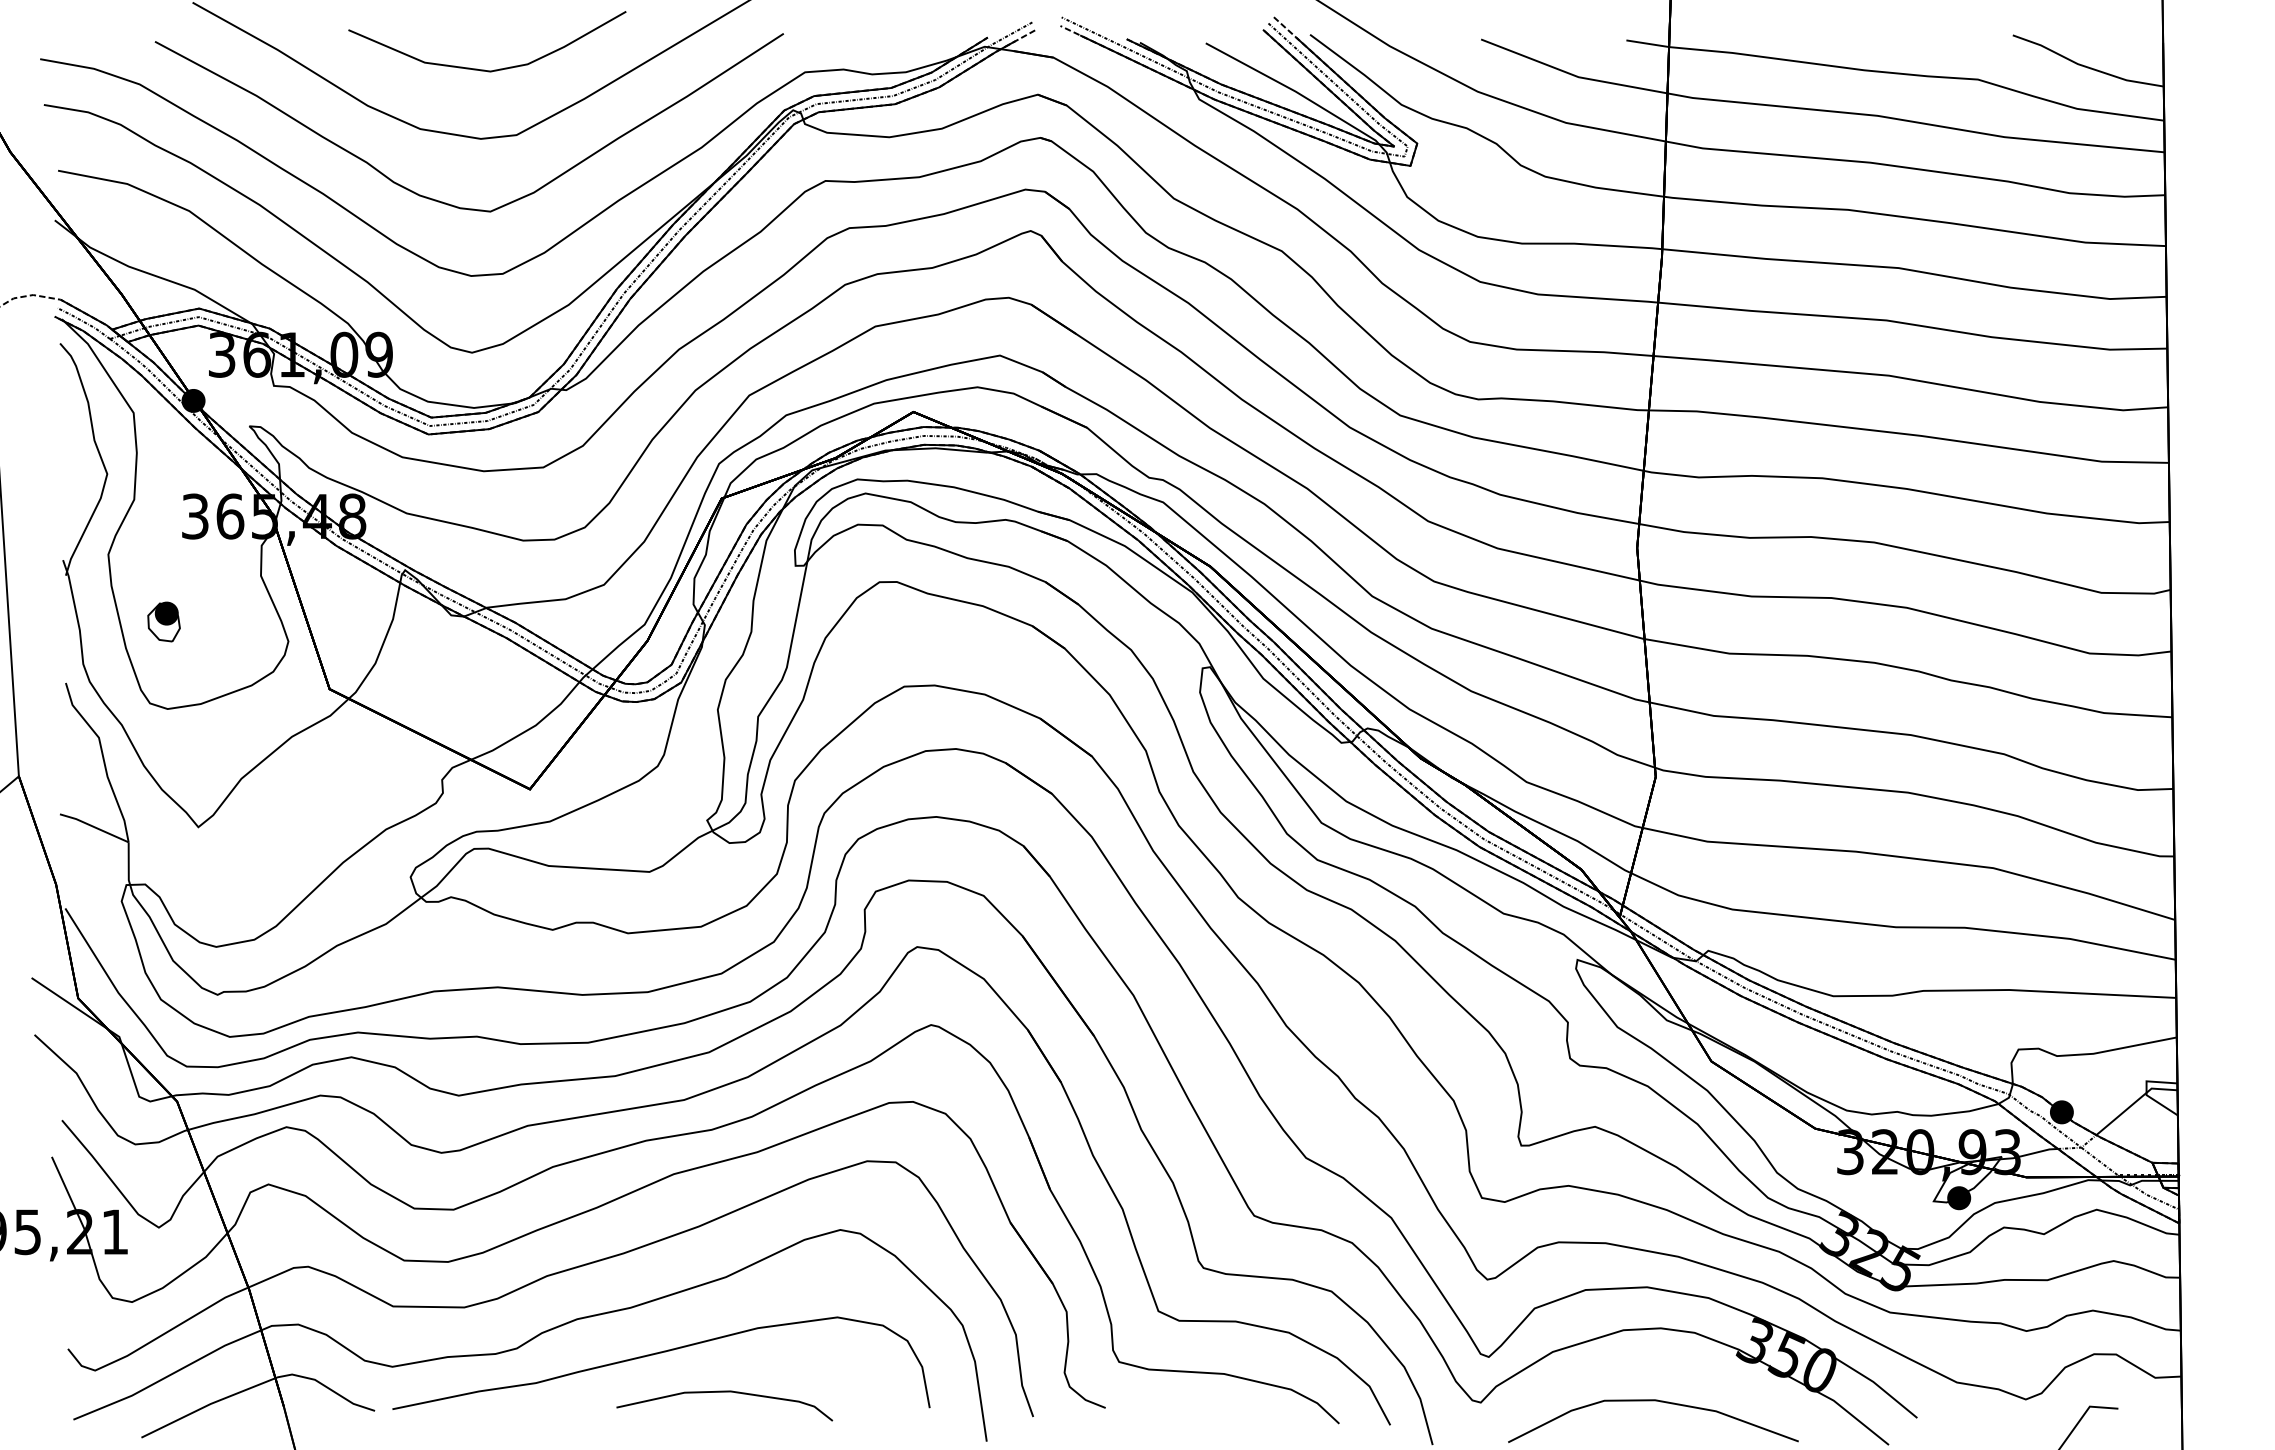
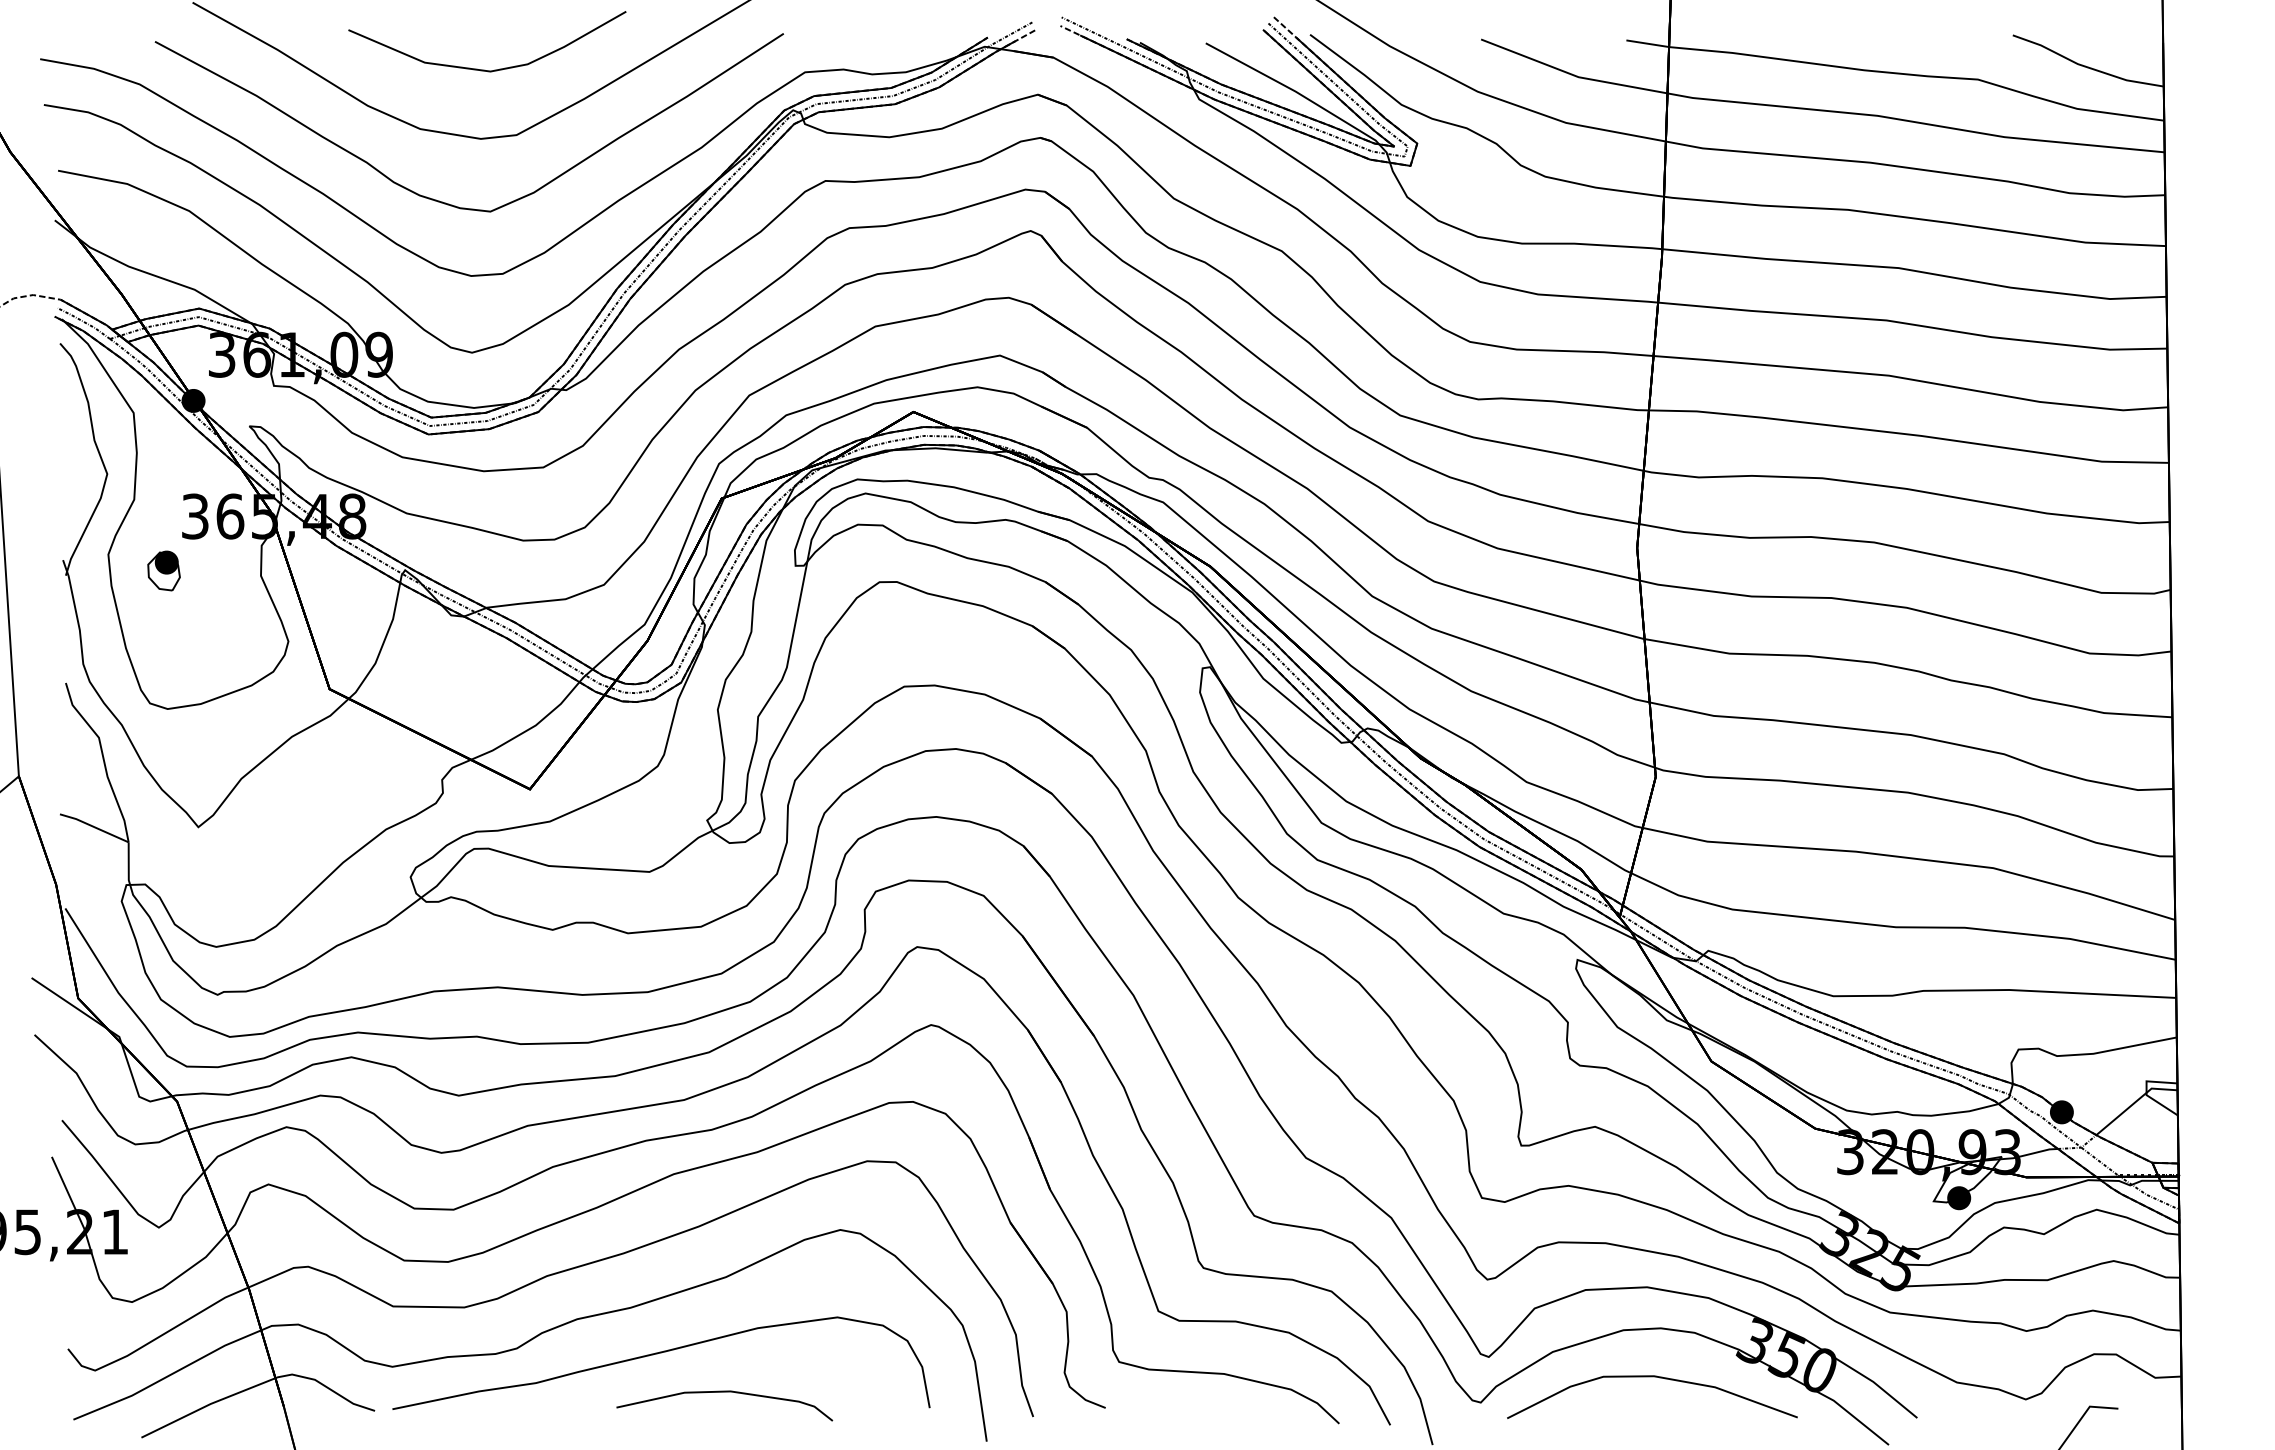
part at (163, 621) position: (163, 621) -> (163, 570)
curve at (1653, 1401) position: (1653, 1401) -> (1652, 1377)
